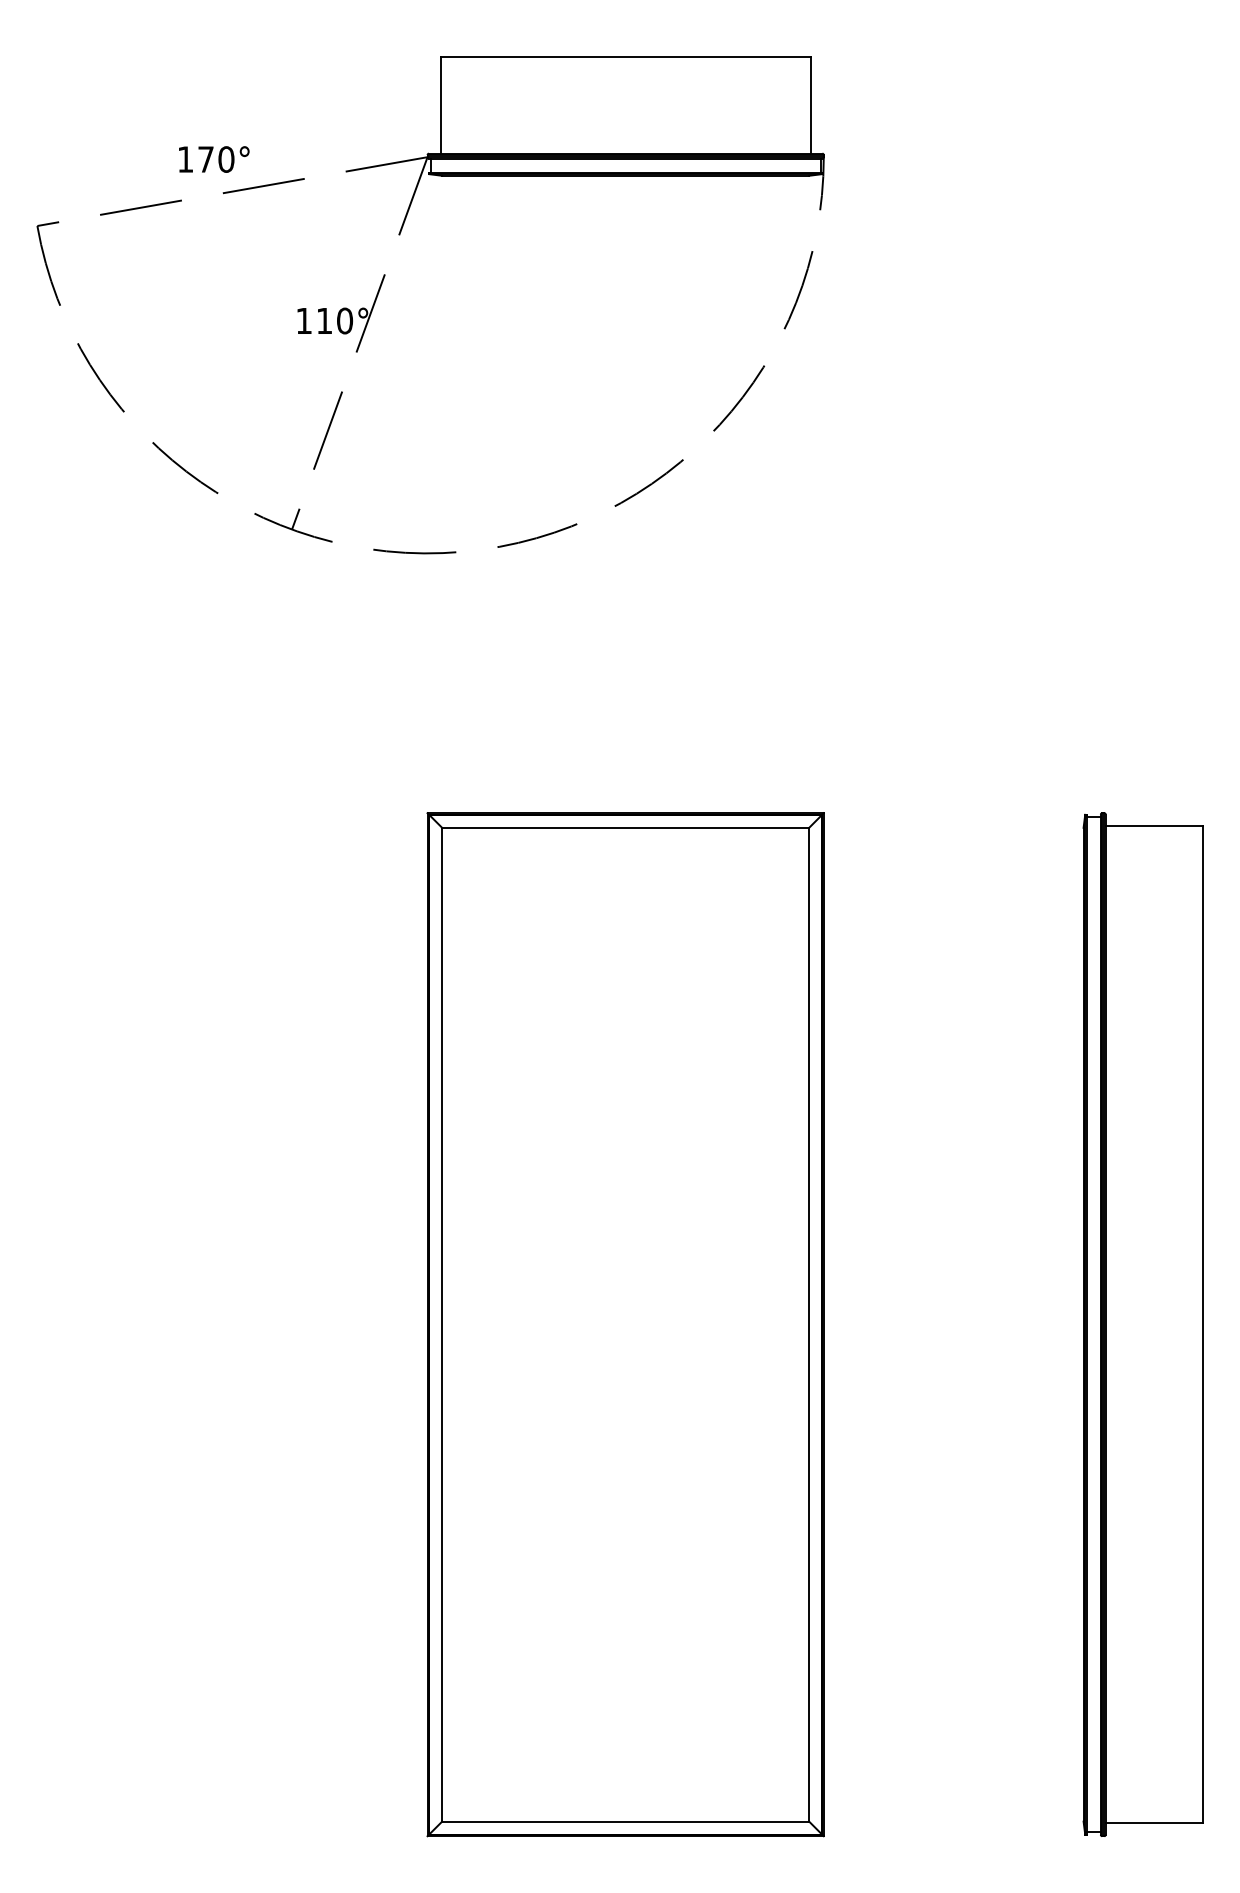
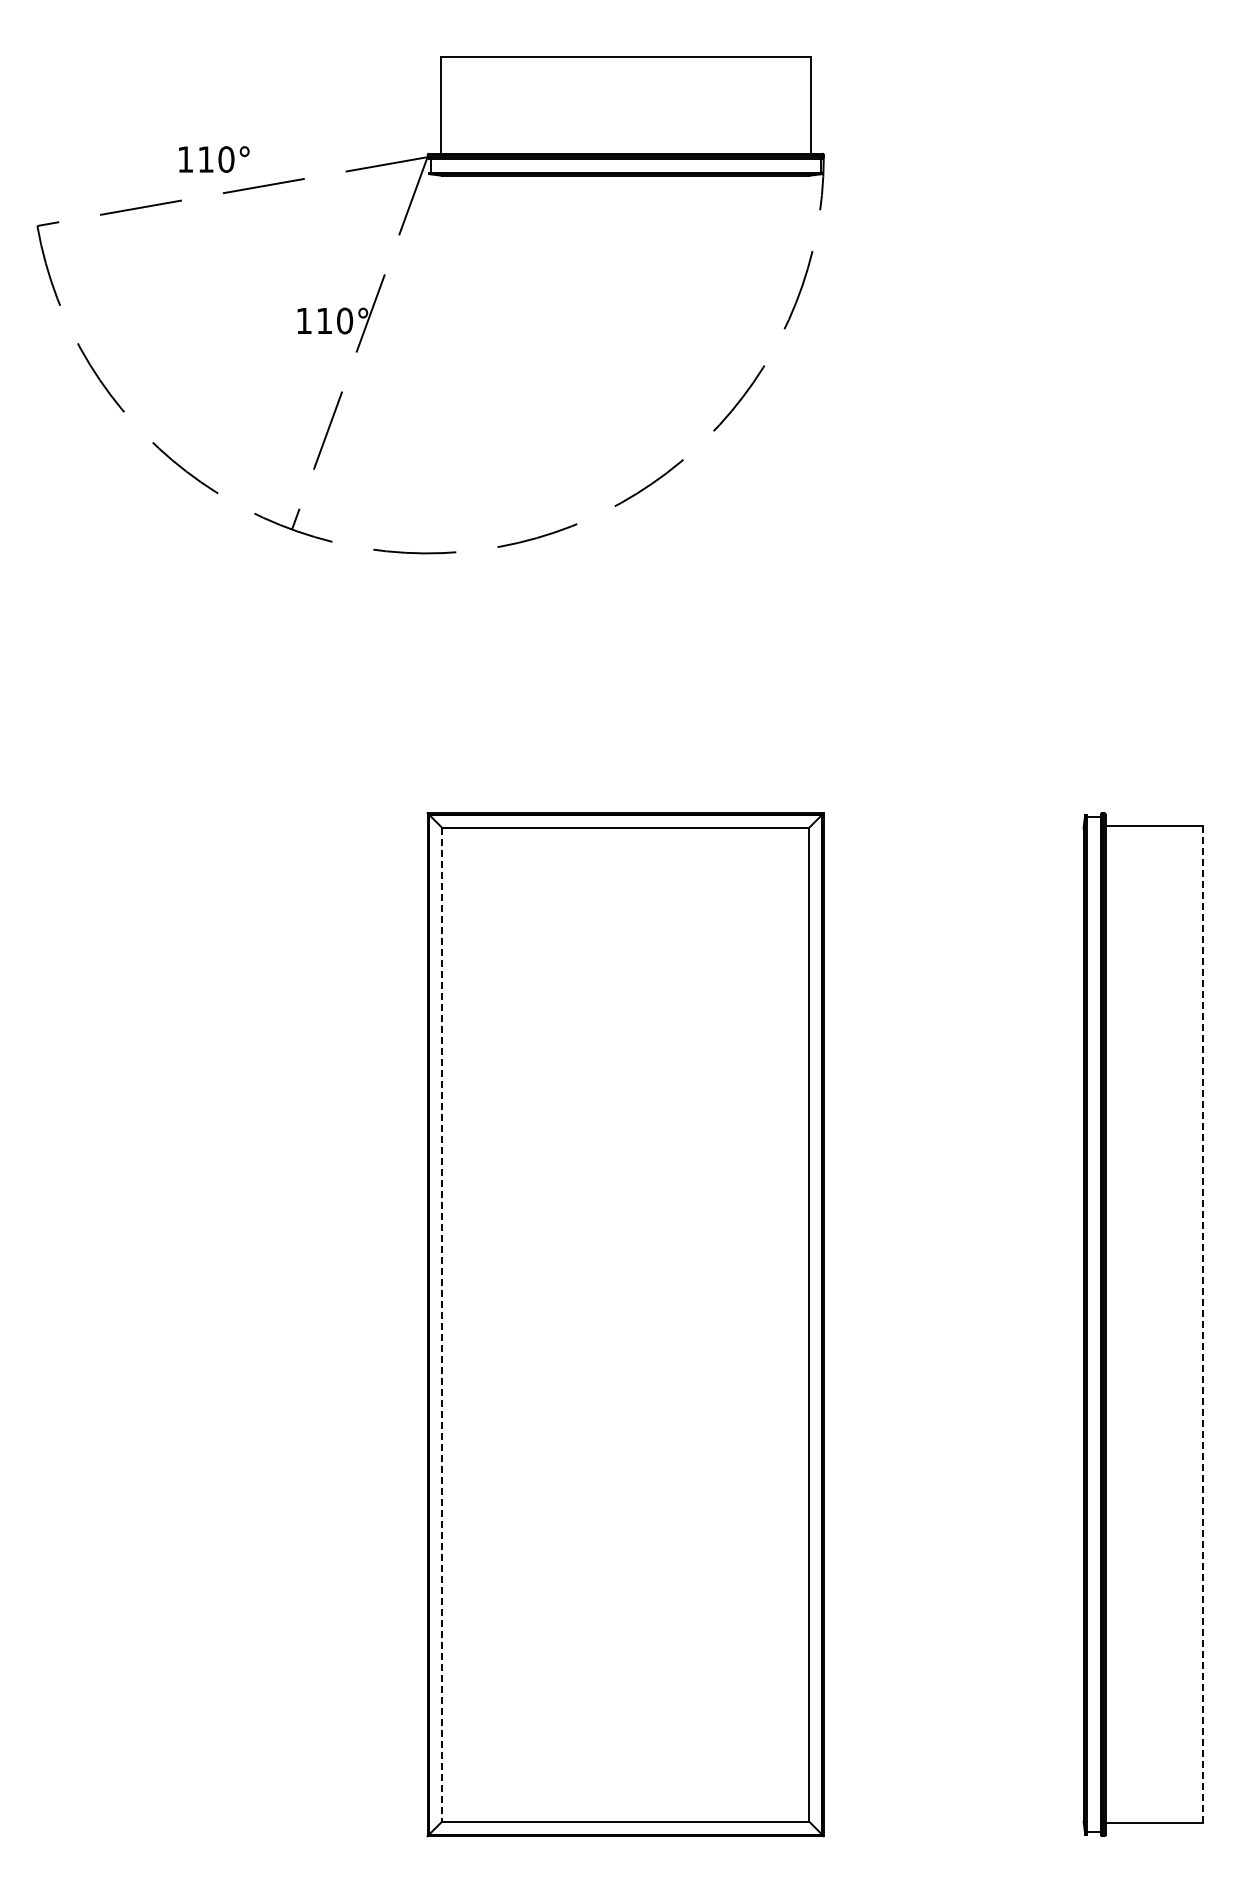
text at (205, 159): 170° -> 110°
line at (442, 1324): solid -> dashed
line at (1202, 1324): solid -> dashed
